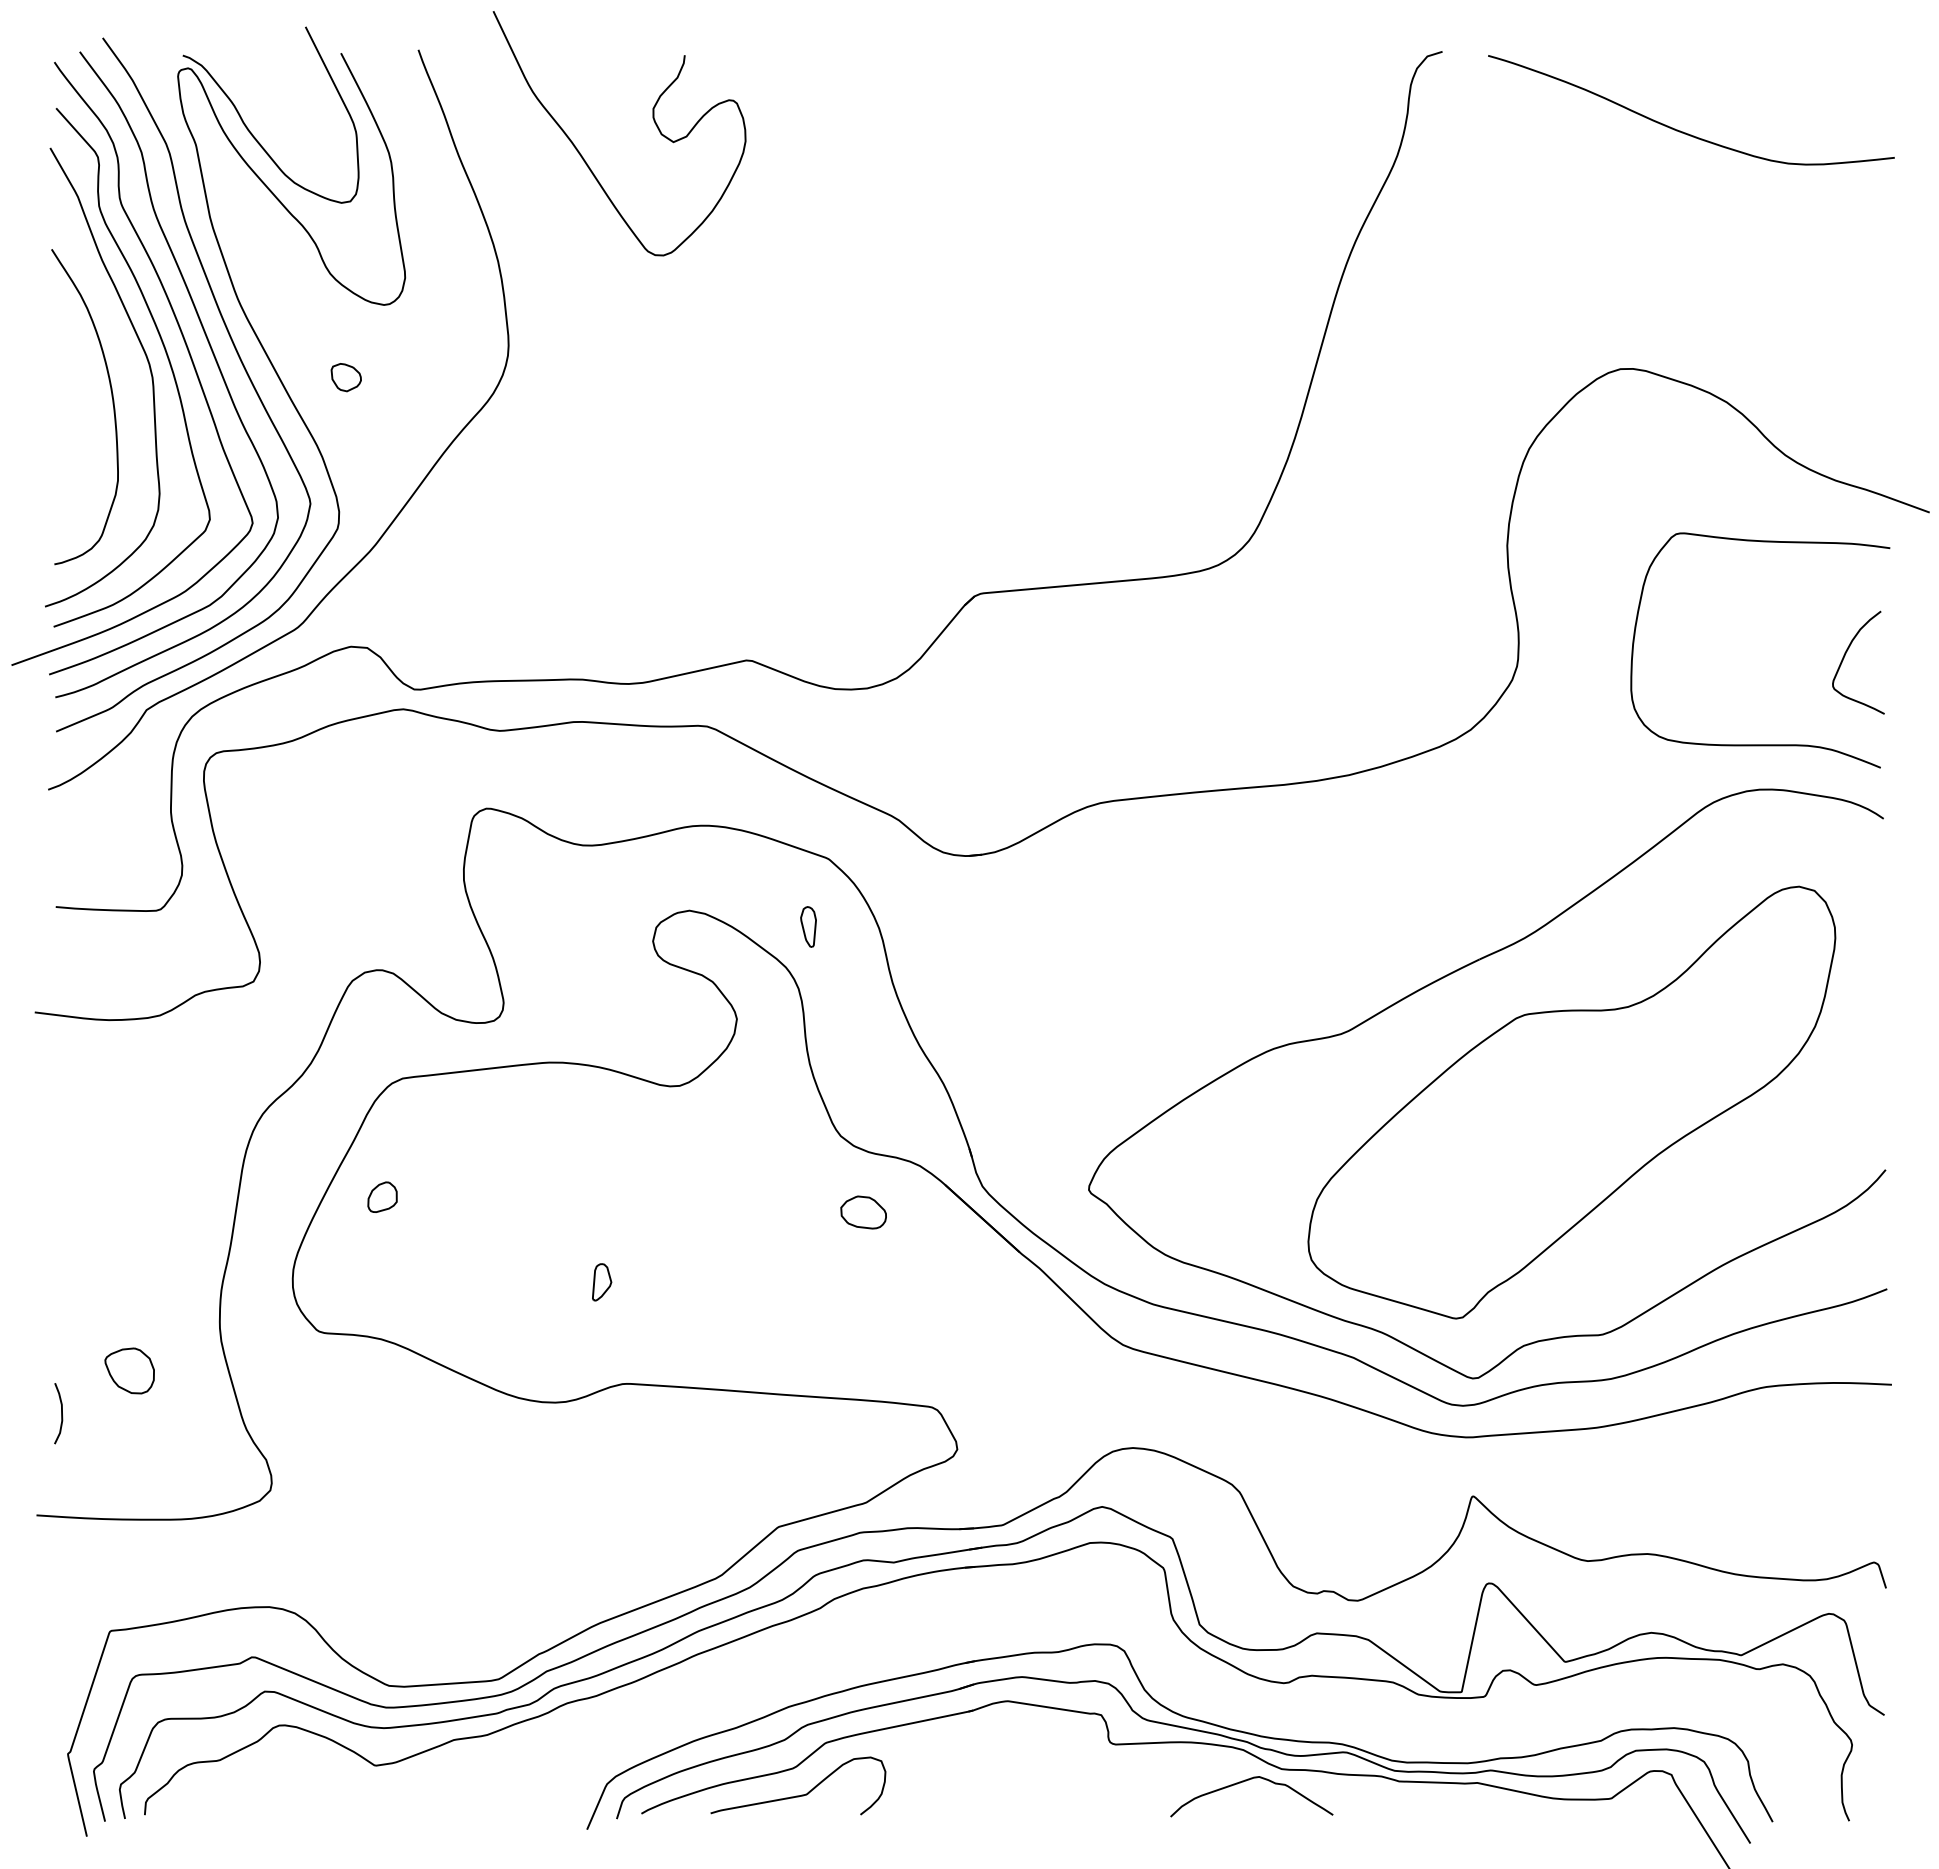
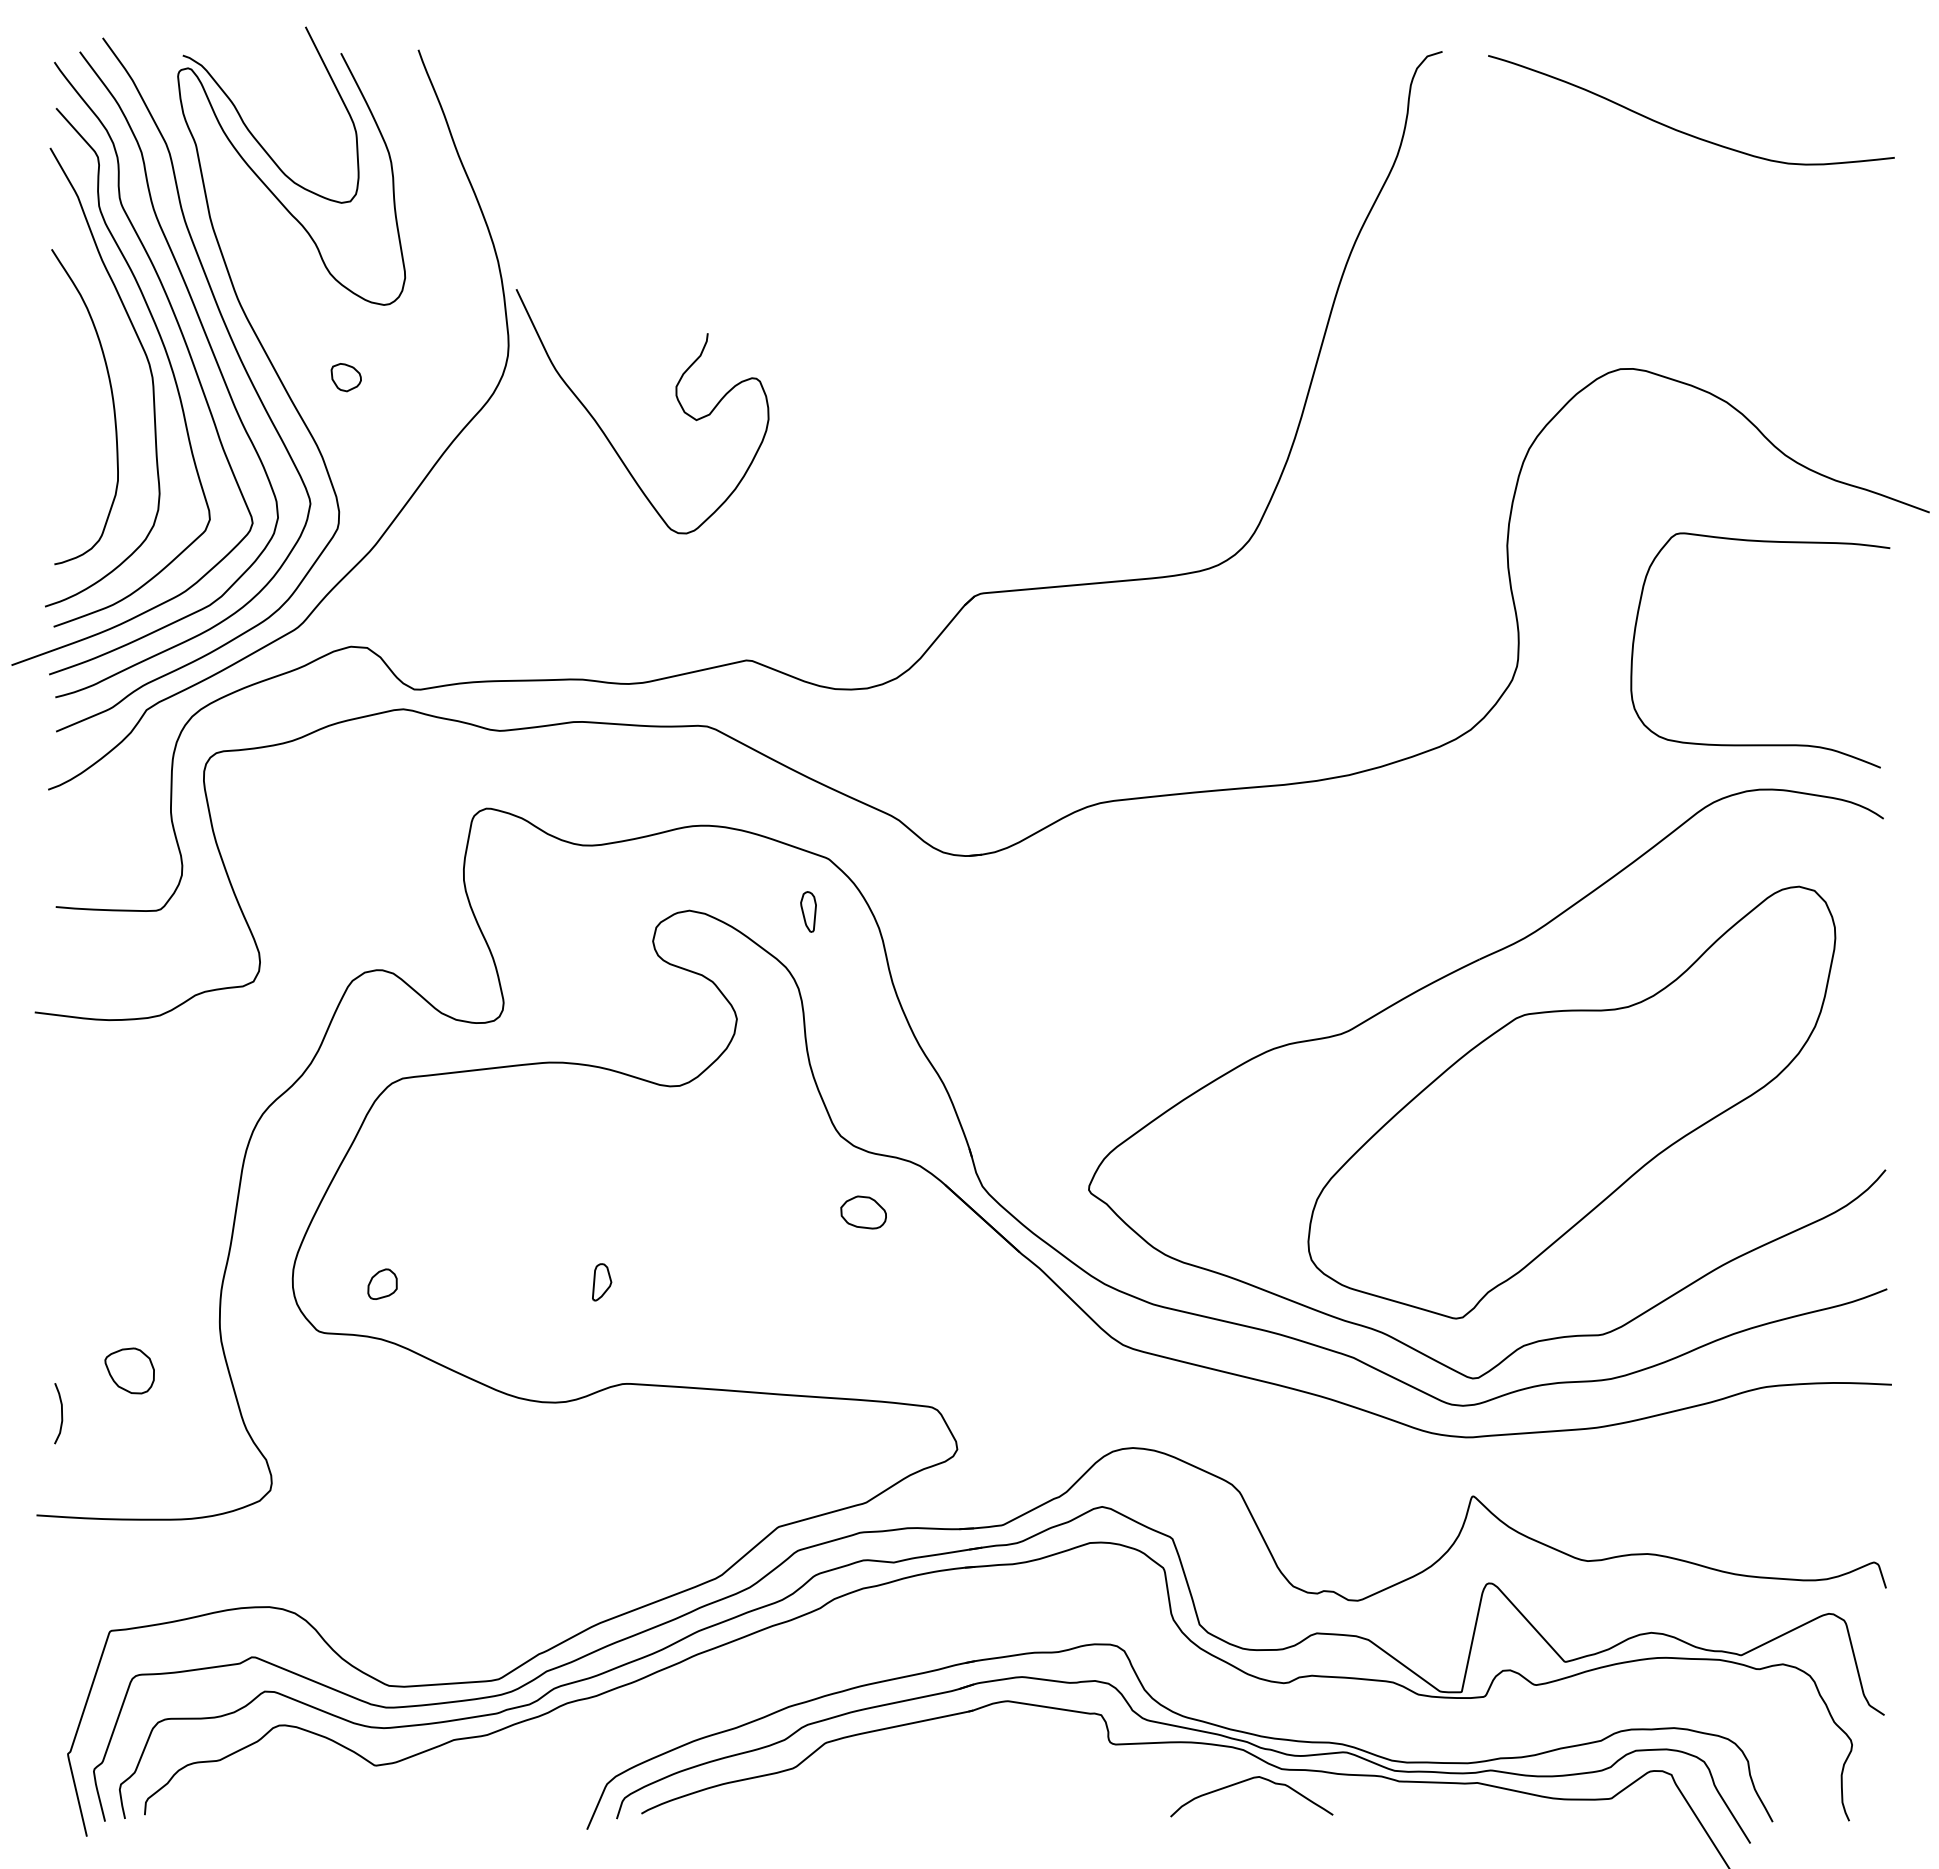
curve at (653, 121) position: (653, 121) -> (676, 399)
curve at (1845, 656): present -> none
part at (808, 926) position: (808, 926) -> (808, 911)
part at (382, 1196) position: (382, 1196) -> (382, 1283)
curve at (801, 1794): present -> none
